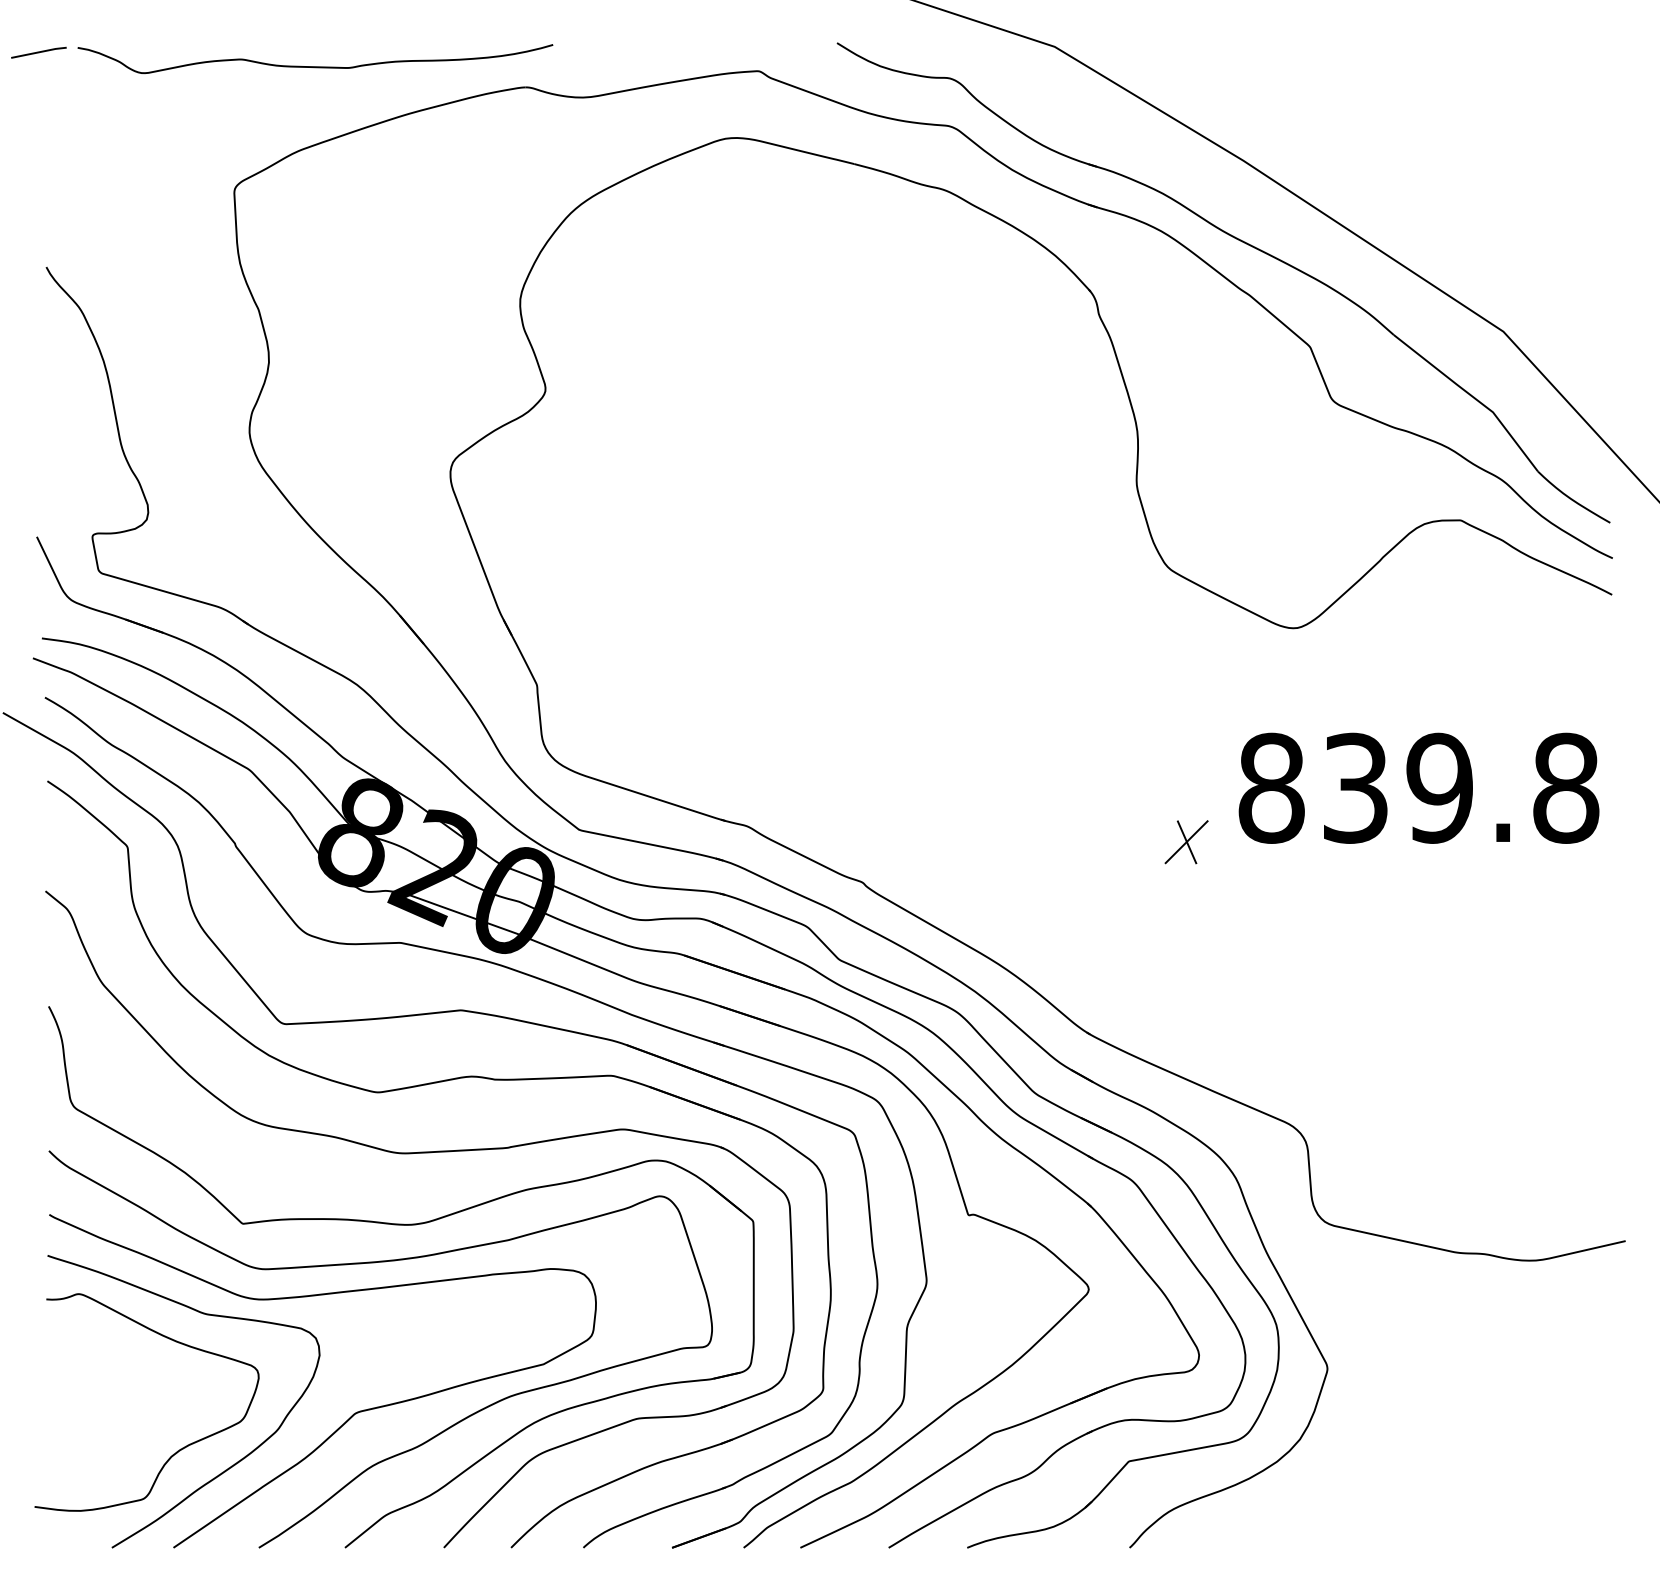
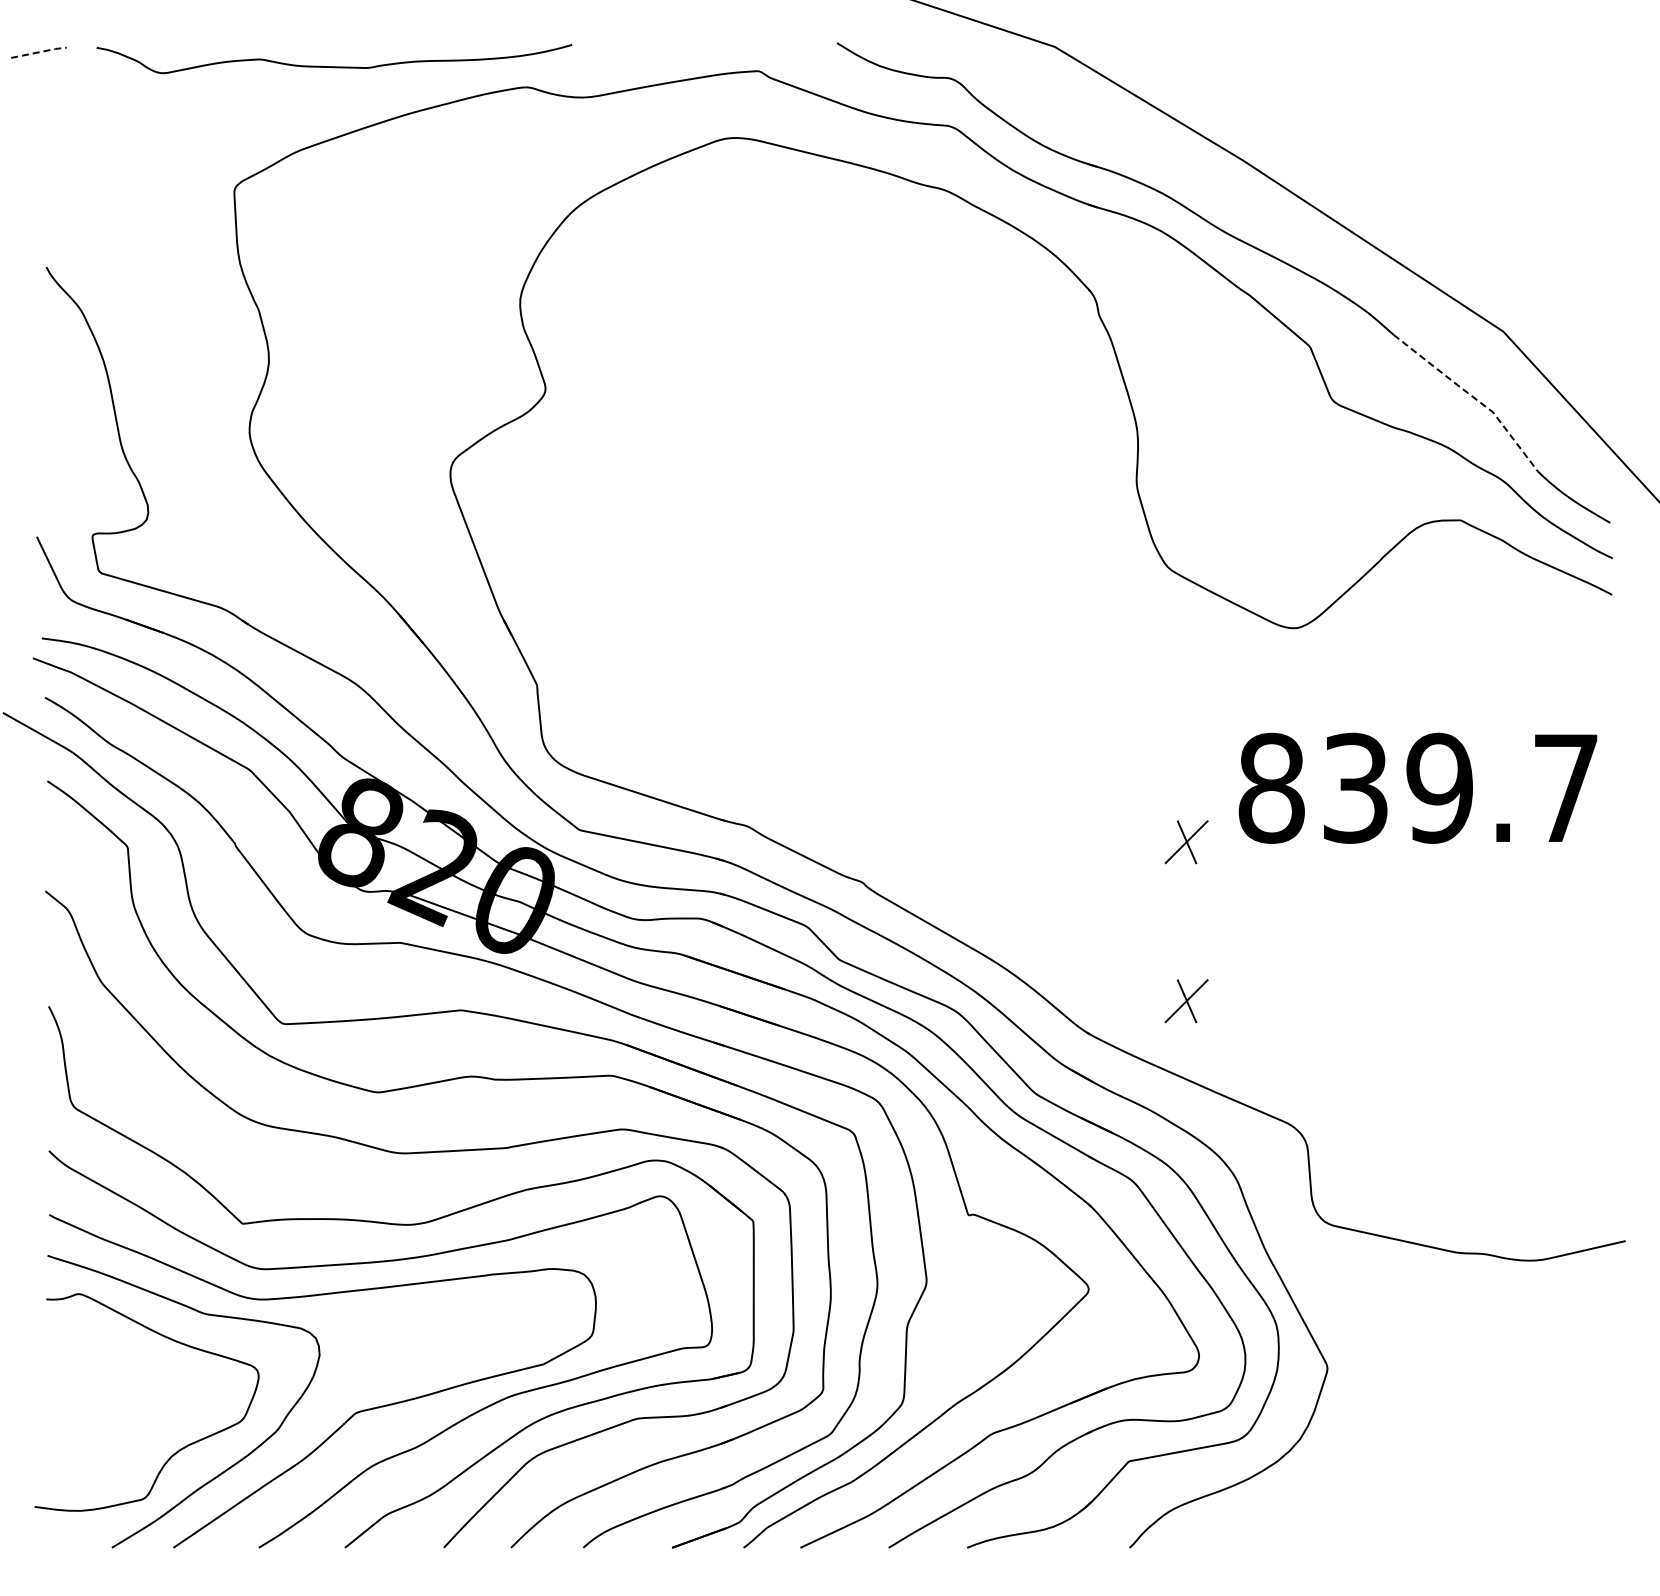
line at (40, 52): solid -> dashed
curve at (315, 66) position: (315, 66) -> (334, 66)
line at (1472, 396): solid -> dashed
text at (1566, 787): 839.8 -> 839.7
part at (1186, 1001): none -> present
